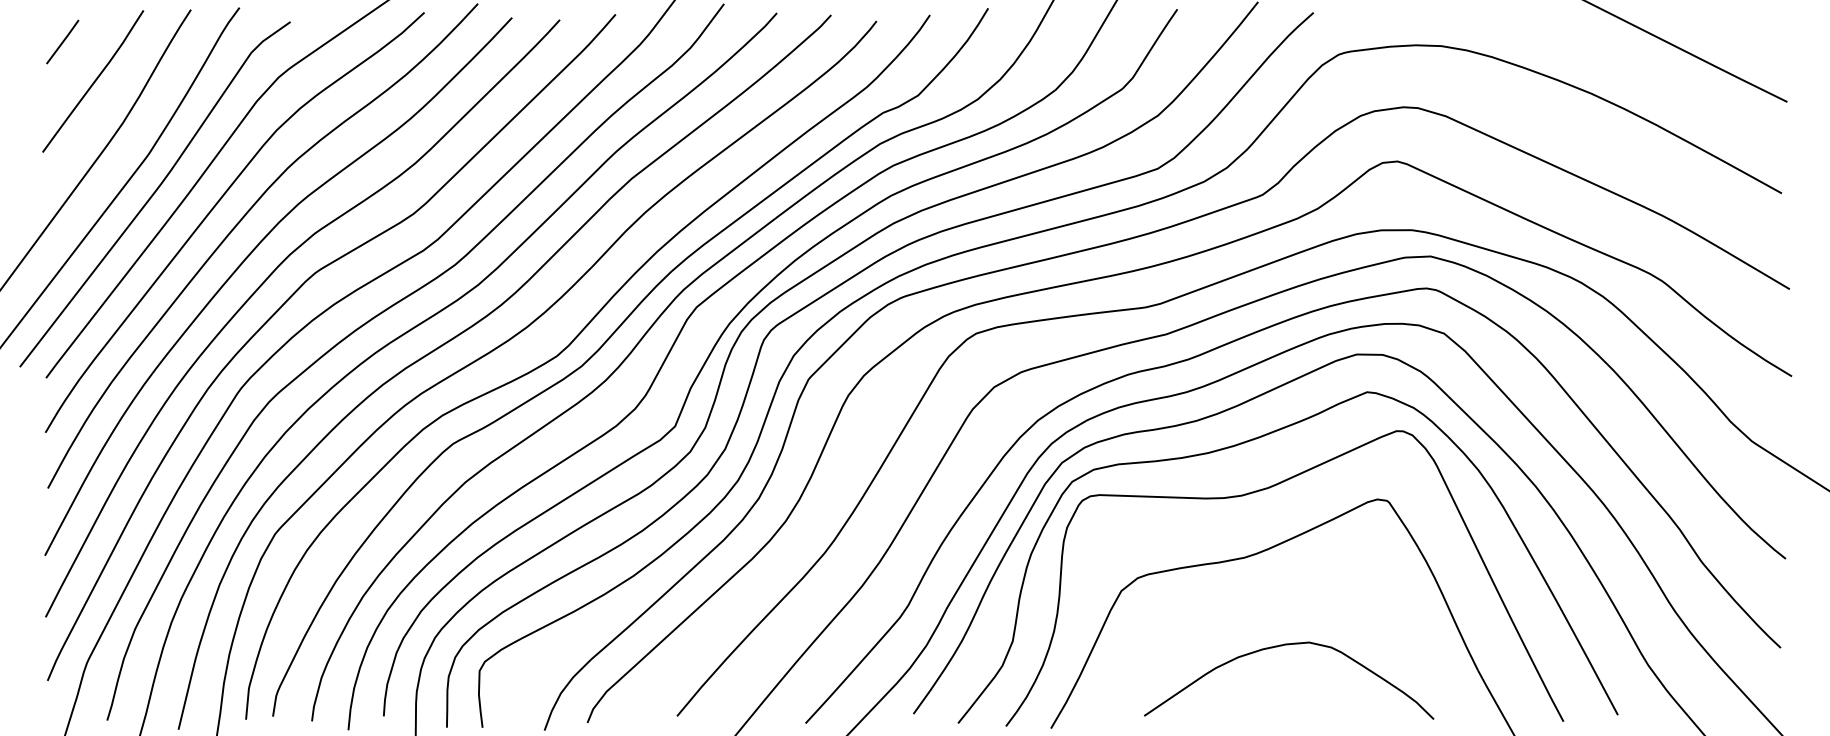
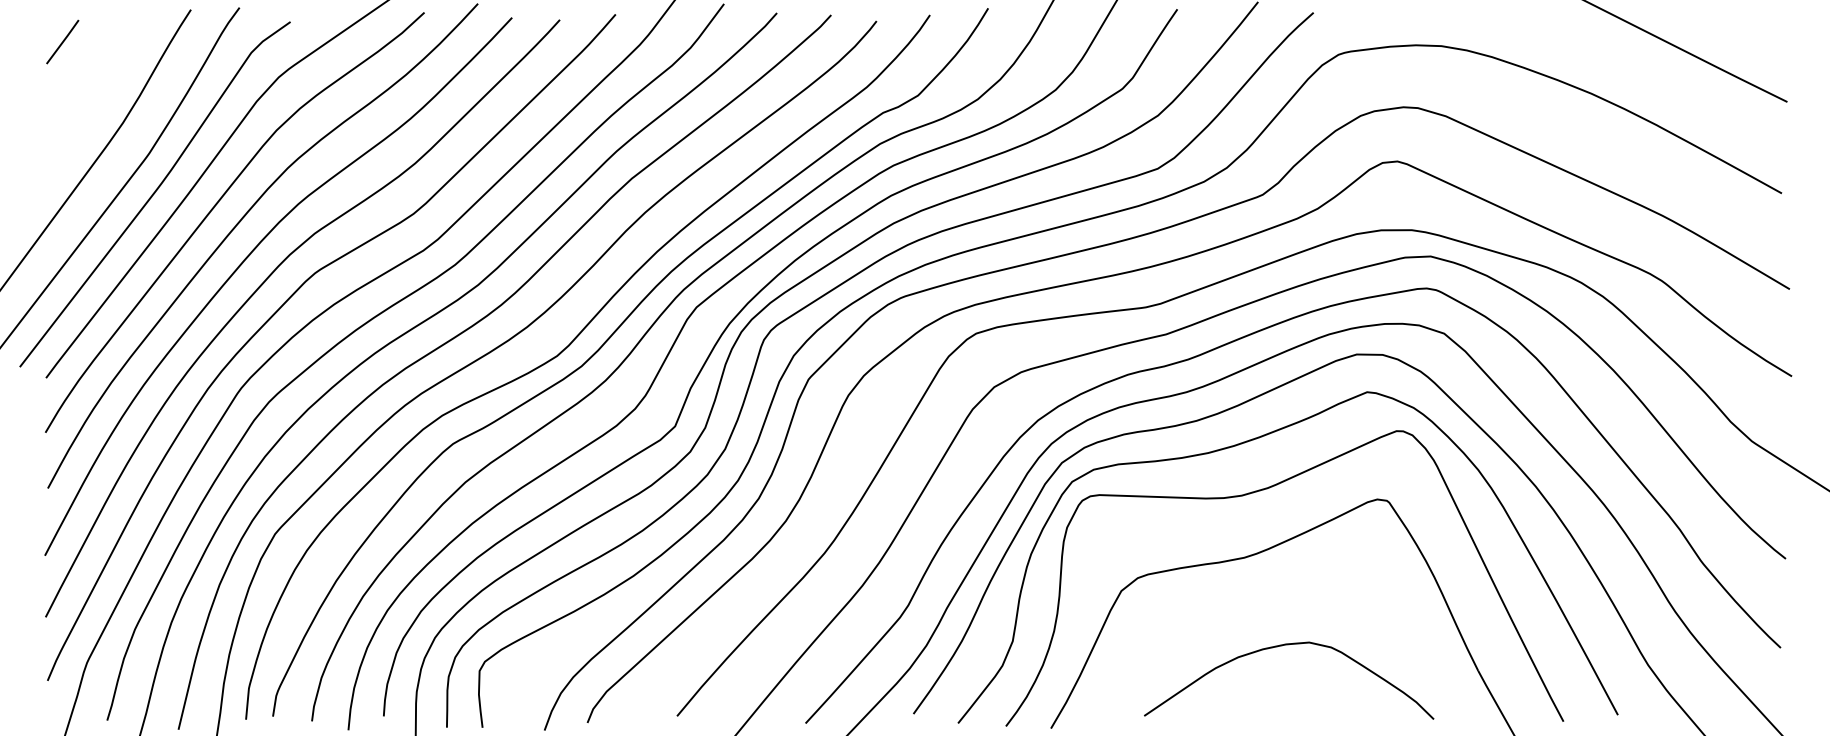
curve at (93, 81): present -> none
